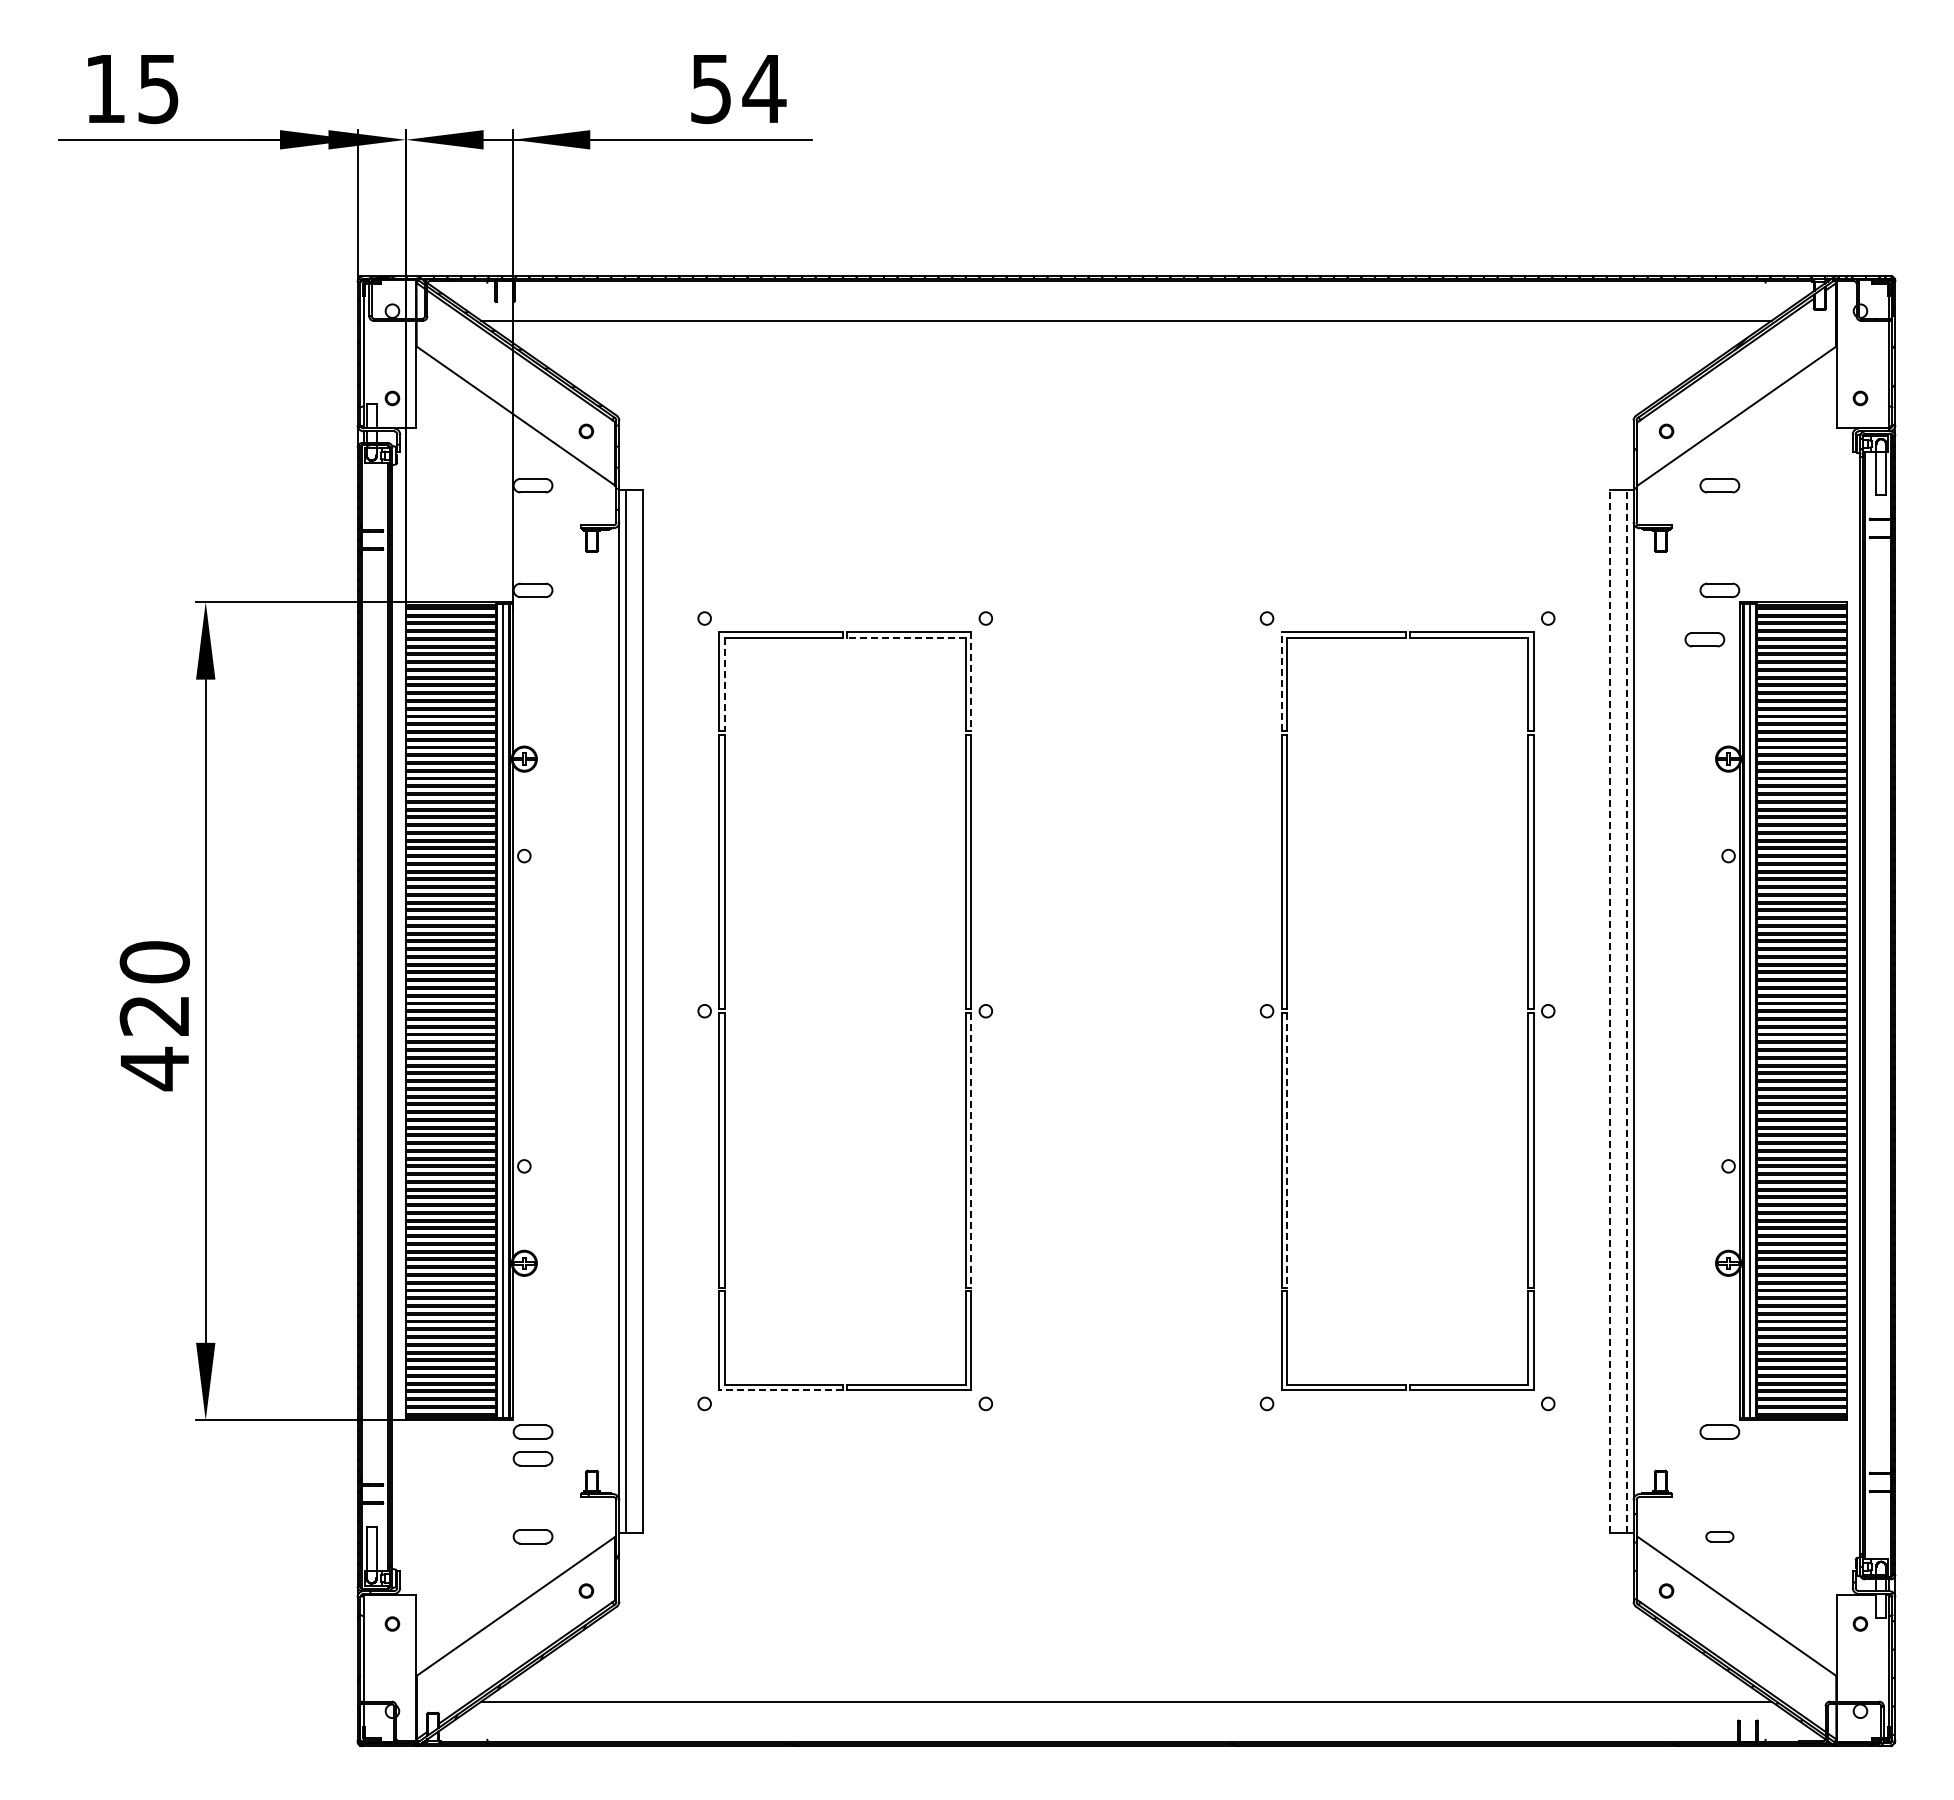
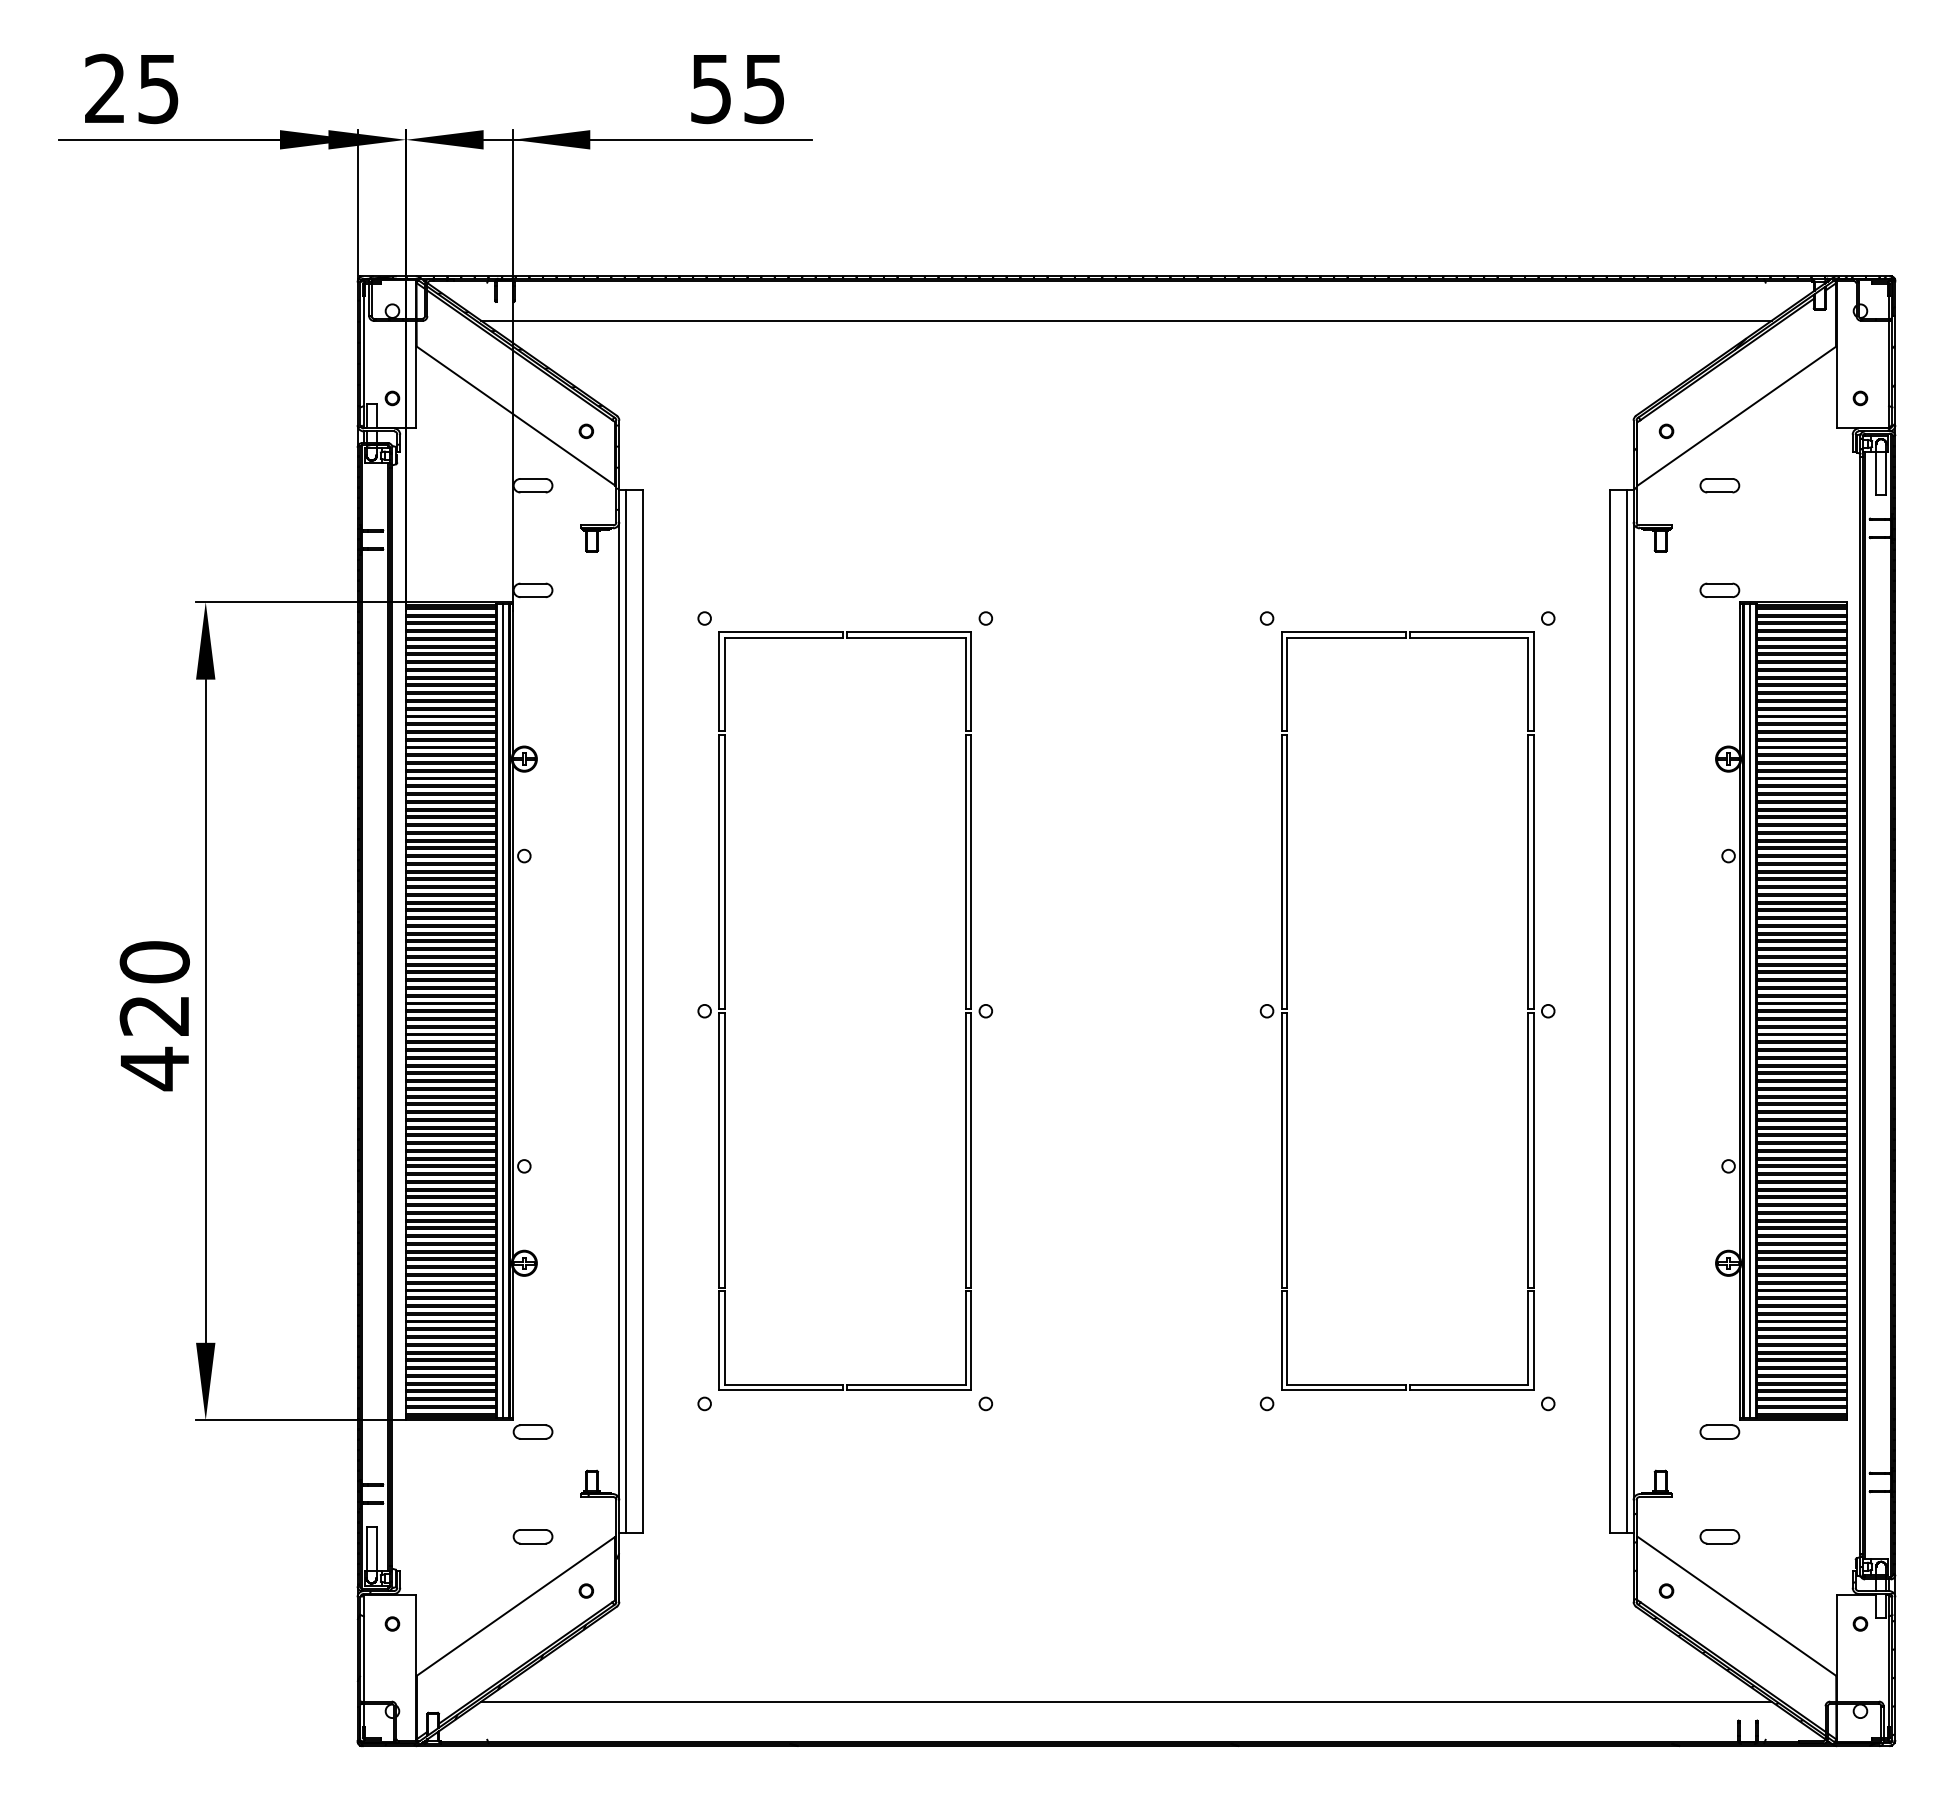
text at (104, 87): 15 -> 25
text at (764, 89): 54 -> 55
line at (905, 637): dashed -> solid
part at (1704, 639): present -> none
line at (1281, 681): dashed -> solid
line at (971, 682): dashed -> solid
line at (725, 684): dashed -> solid
line at (1610, 1011): dashed -> solid
line at (1627, 1011): dashed -> solid
line at (971, 1150): dashed -> solid
line at (1287, 1150): dashed -> solid
line at (780, 1390): dashed -> solid
part at (532, 1458): present -> none
part at (1719, 1536) size: 30x12 px -> 42x16 px
